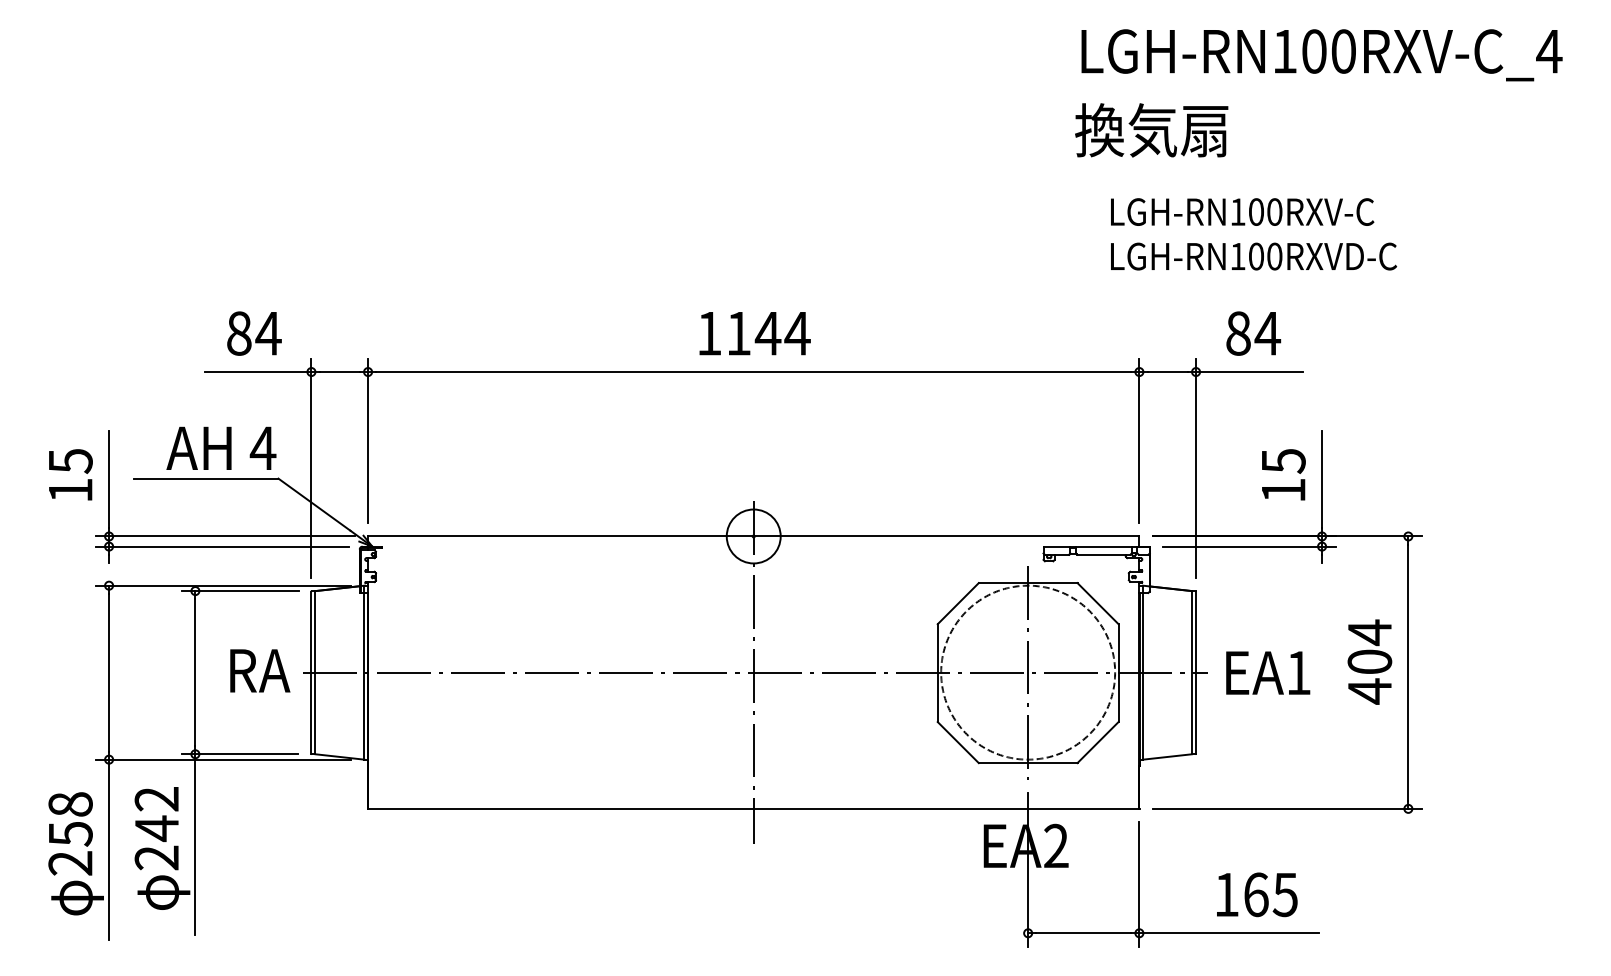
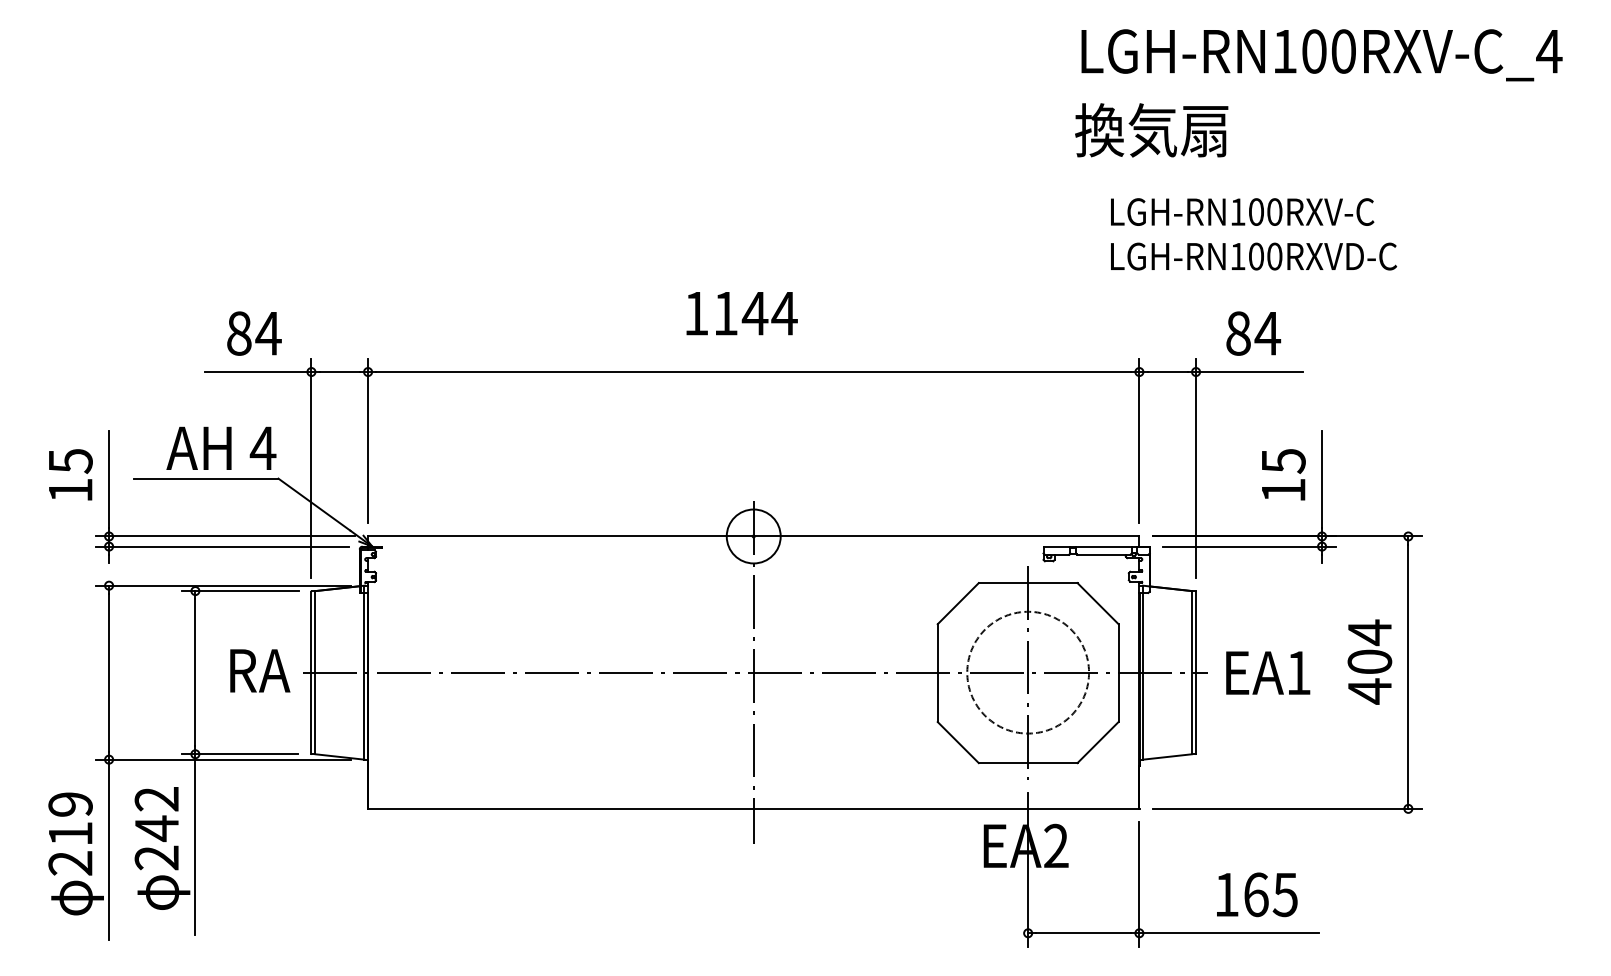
text at (754, 333) position: (754, 333) -> (741, 313)
circle at (1028, 672) diameter: 174 px -> 122 px
text at (70, 819): 258 -> 219
